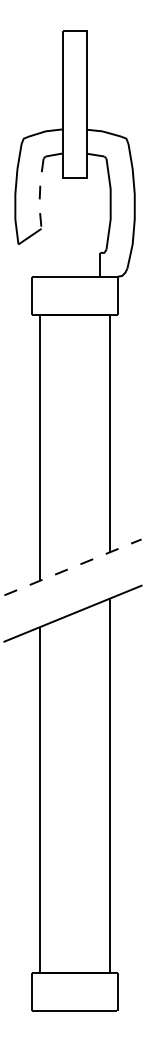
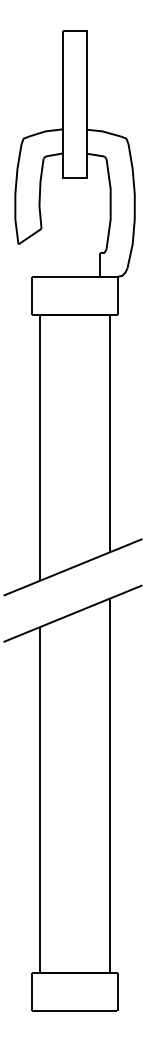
line at (39, 194): dashed -> solid
line at (73, 567): dashed -> solid
